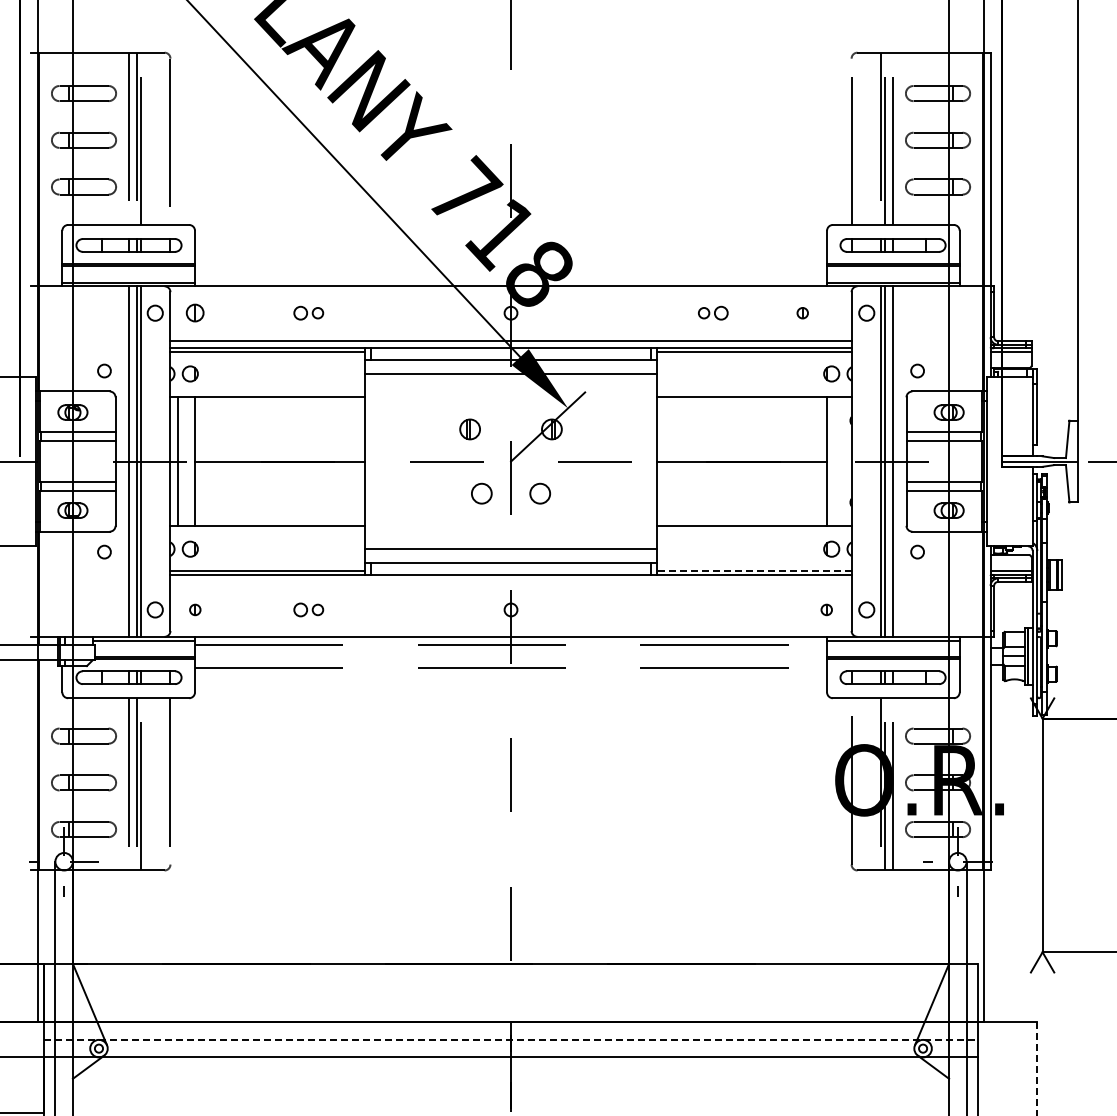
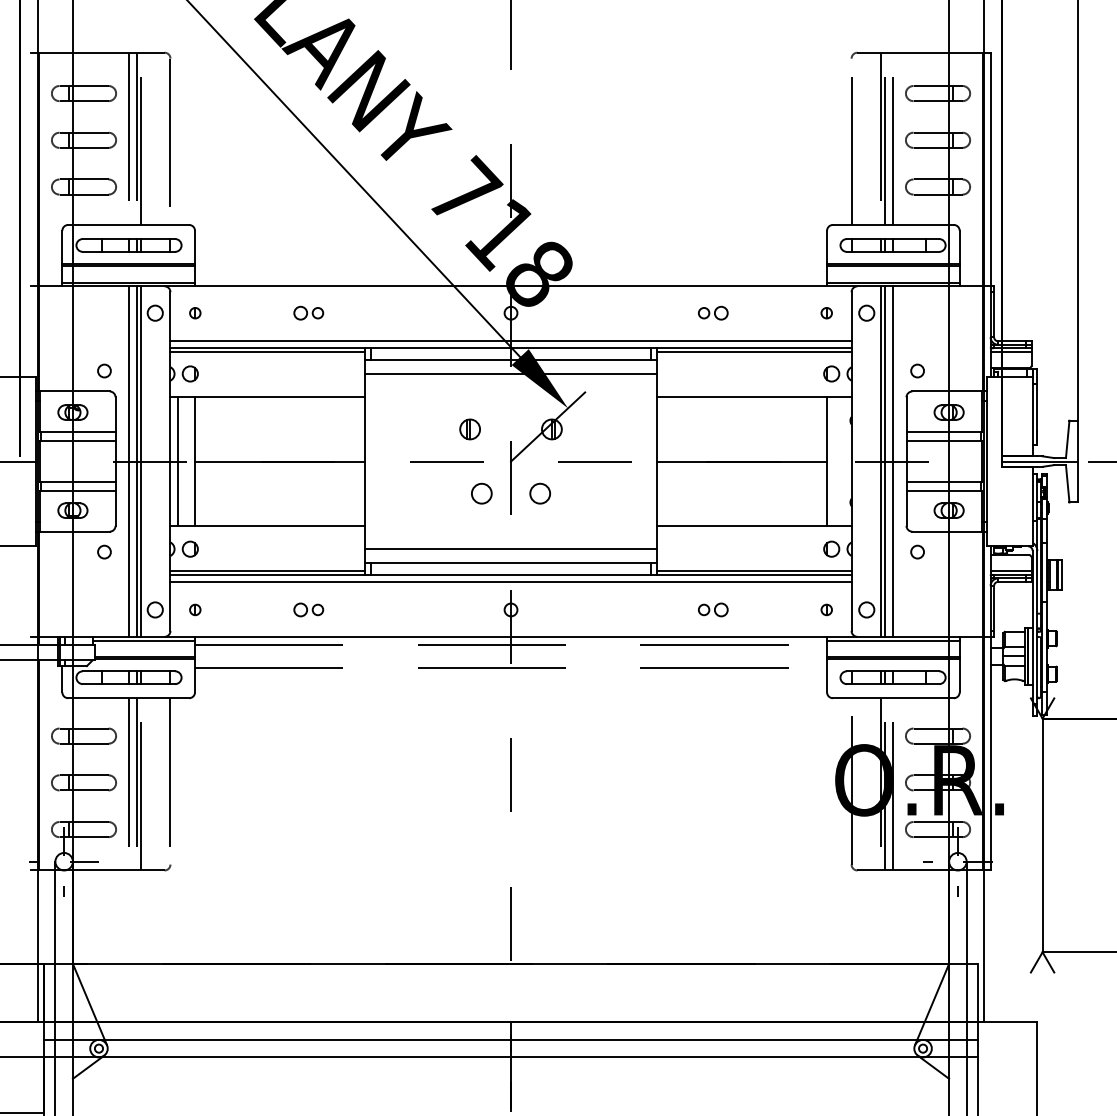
part at (194, 312) size: 20x20 px -> 13x13 px
part at (802, 313) position: (802, 313) -> (826, 313)
line at (753, 570): dashed -> solid
line at (510, 582): none -> present
part at (713, 609): none -> present
line at (511, 1039): dashed -> solid
line at (1036, 1069): dashed -> solid
